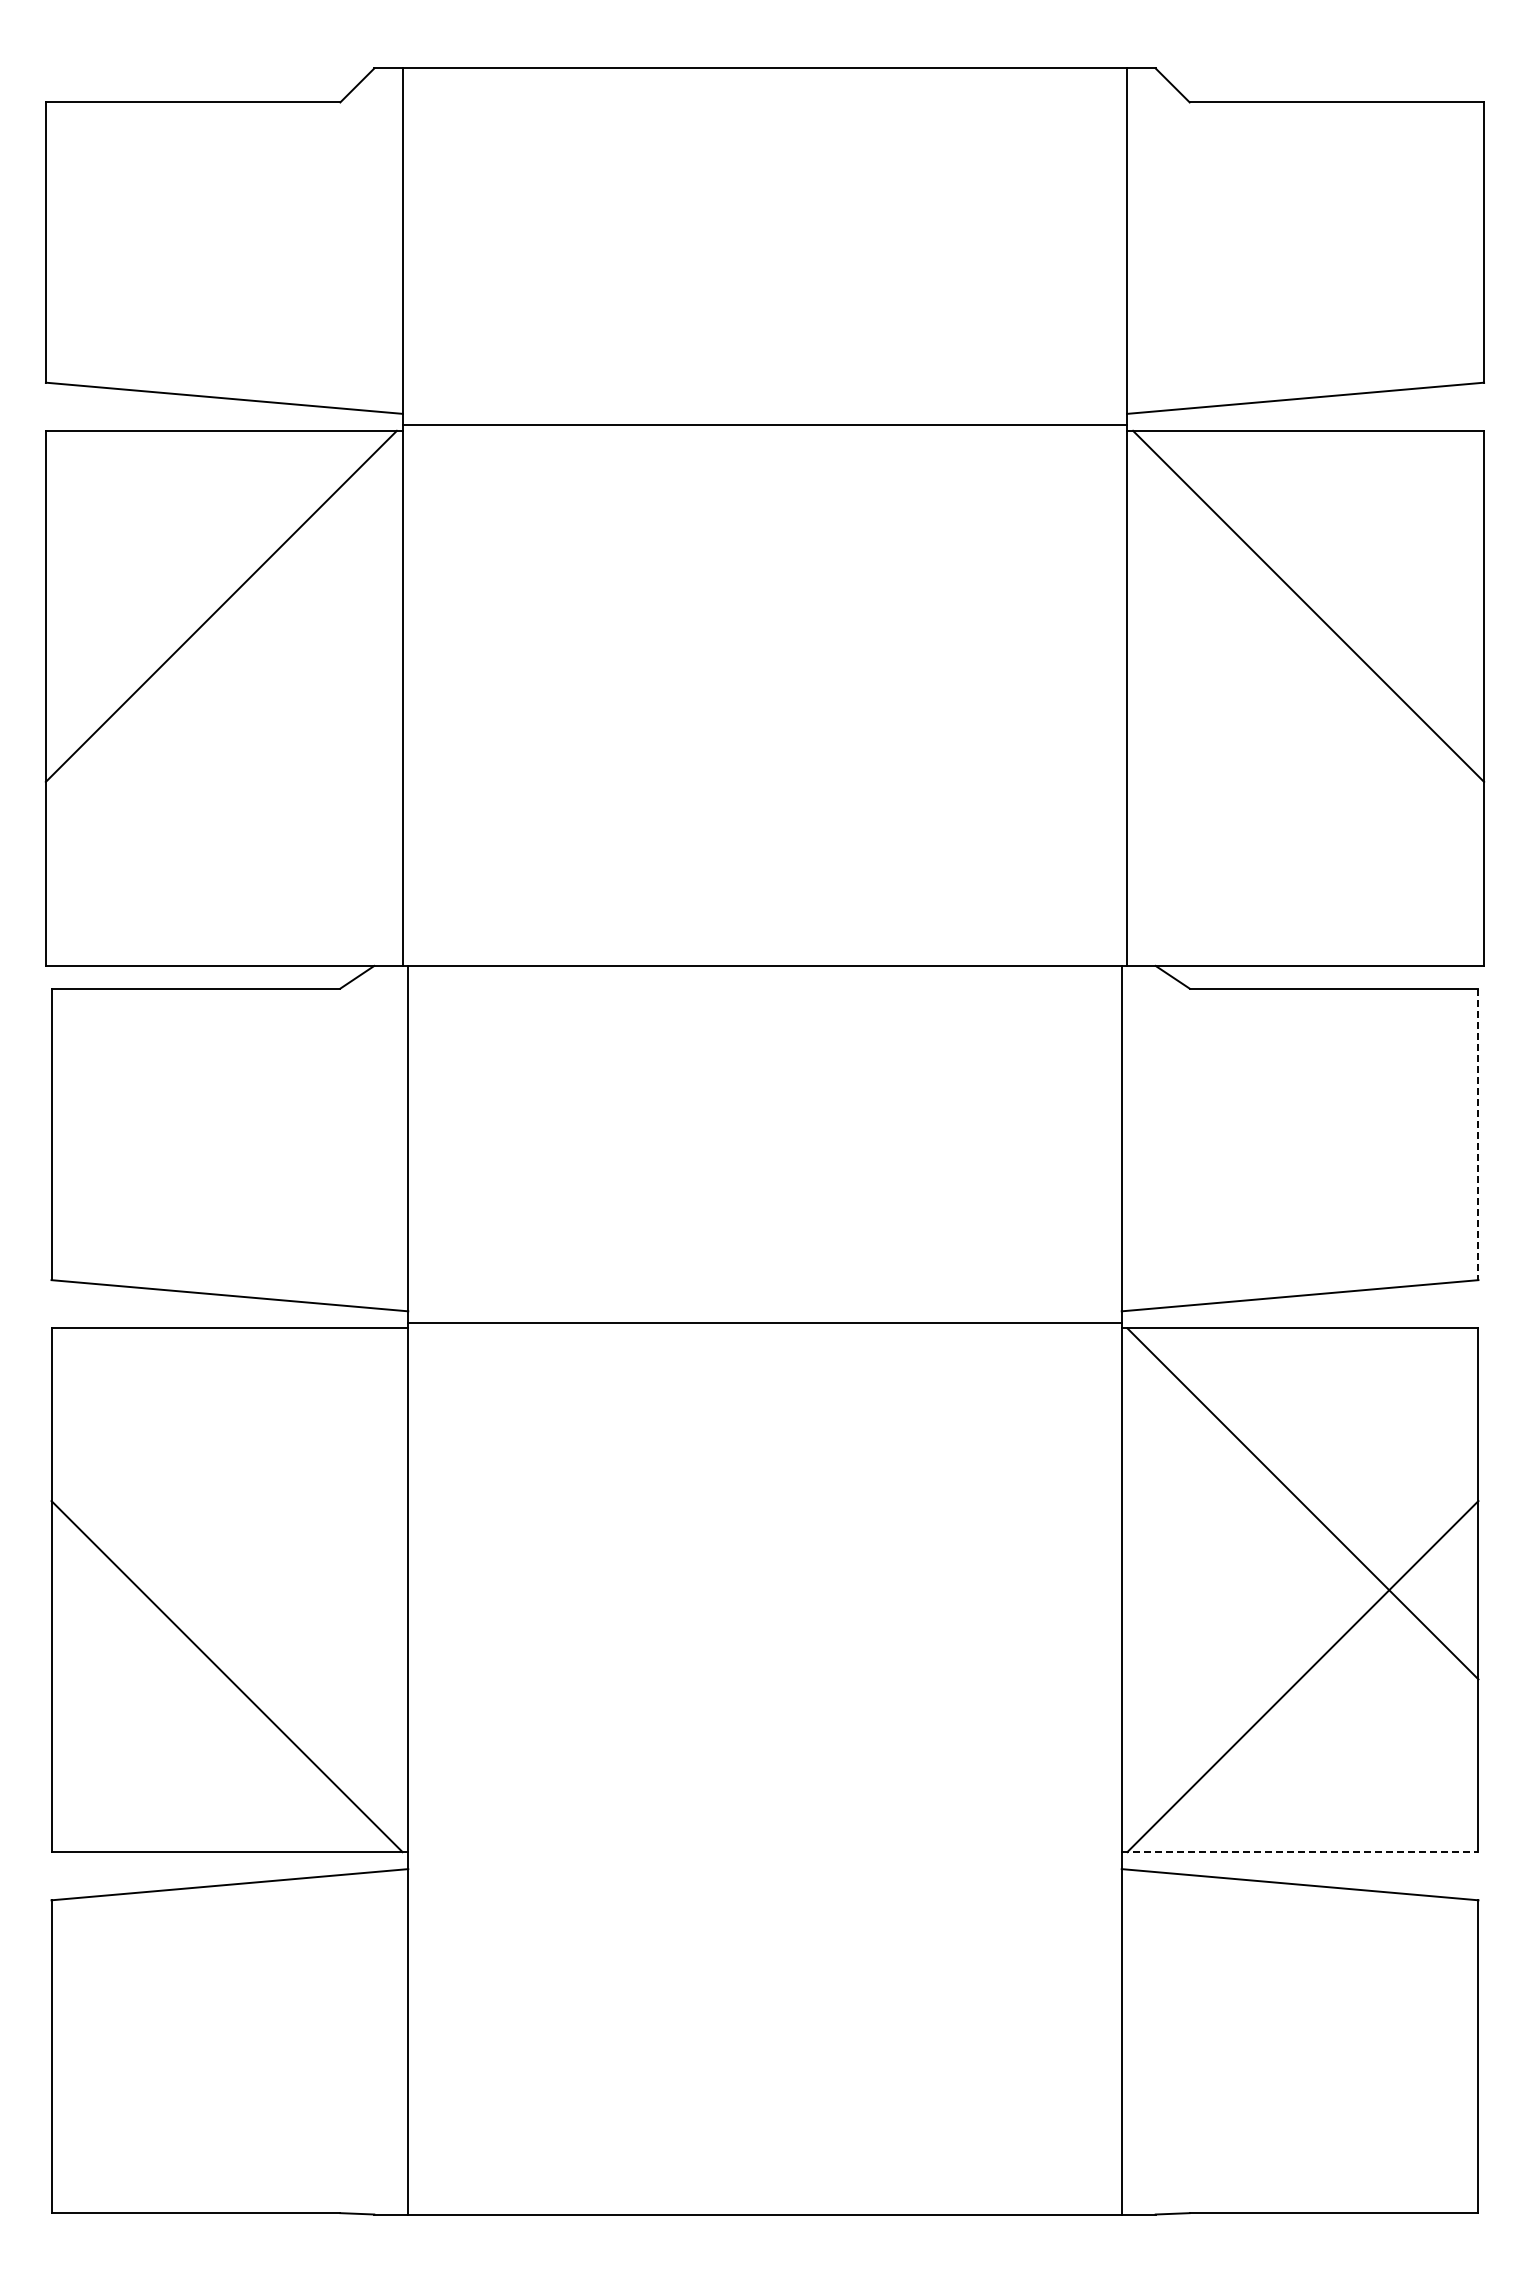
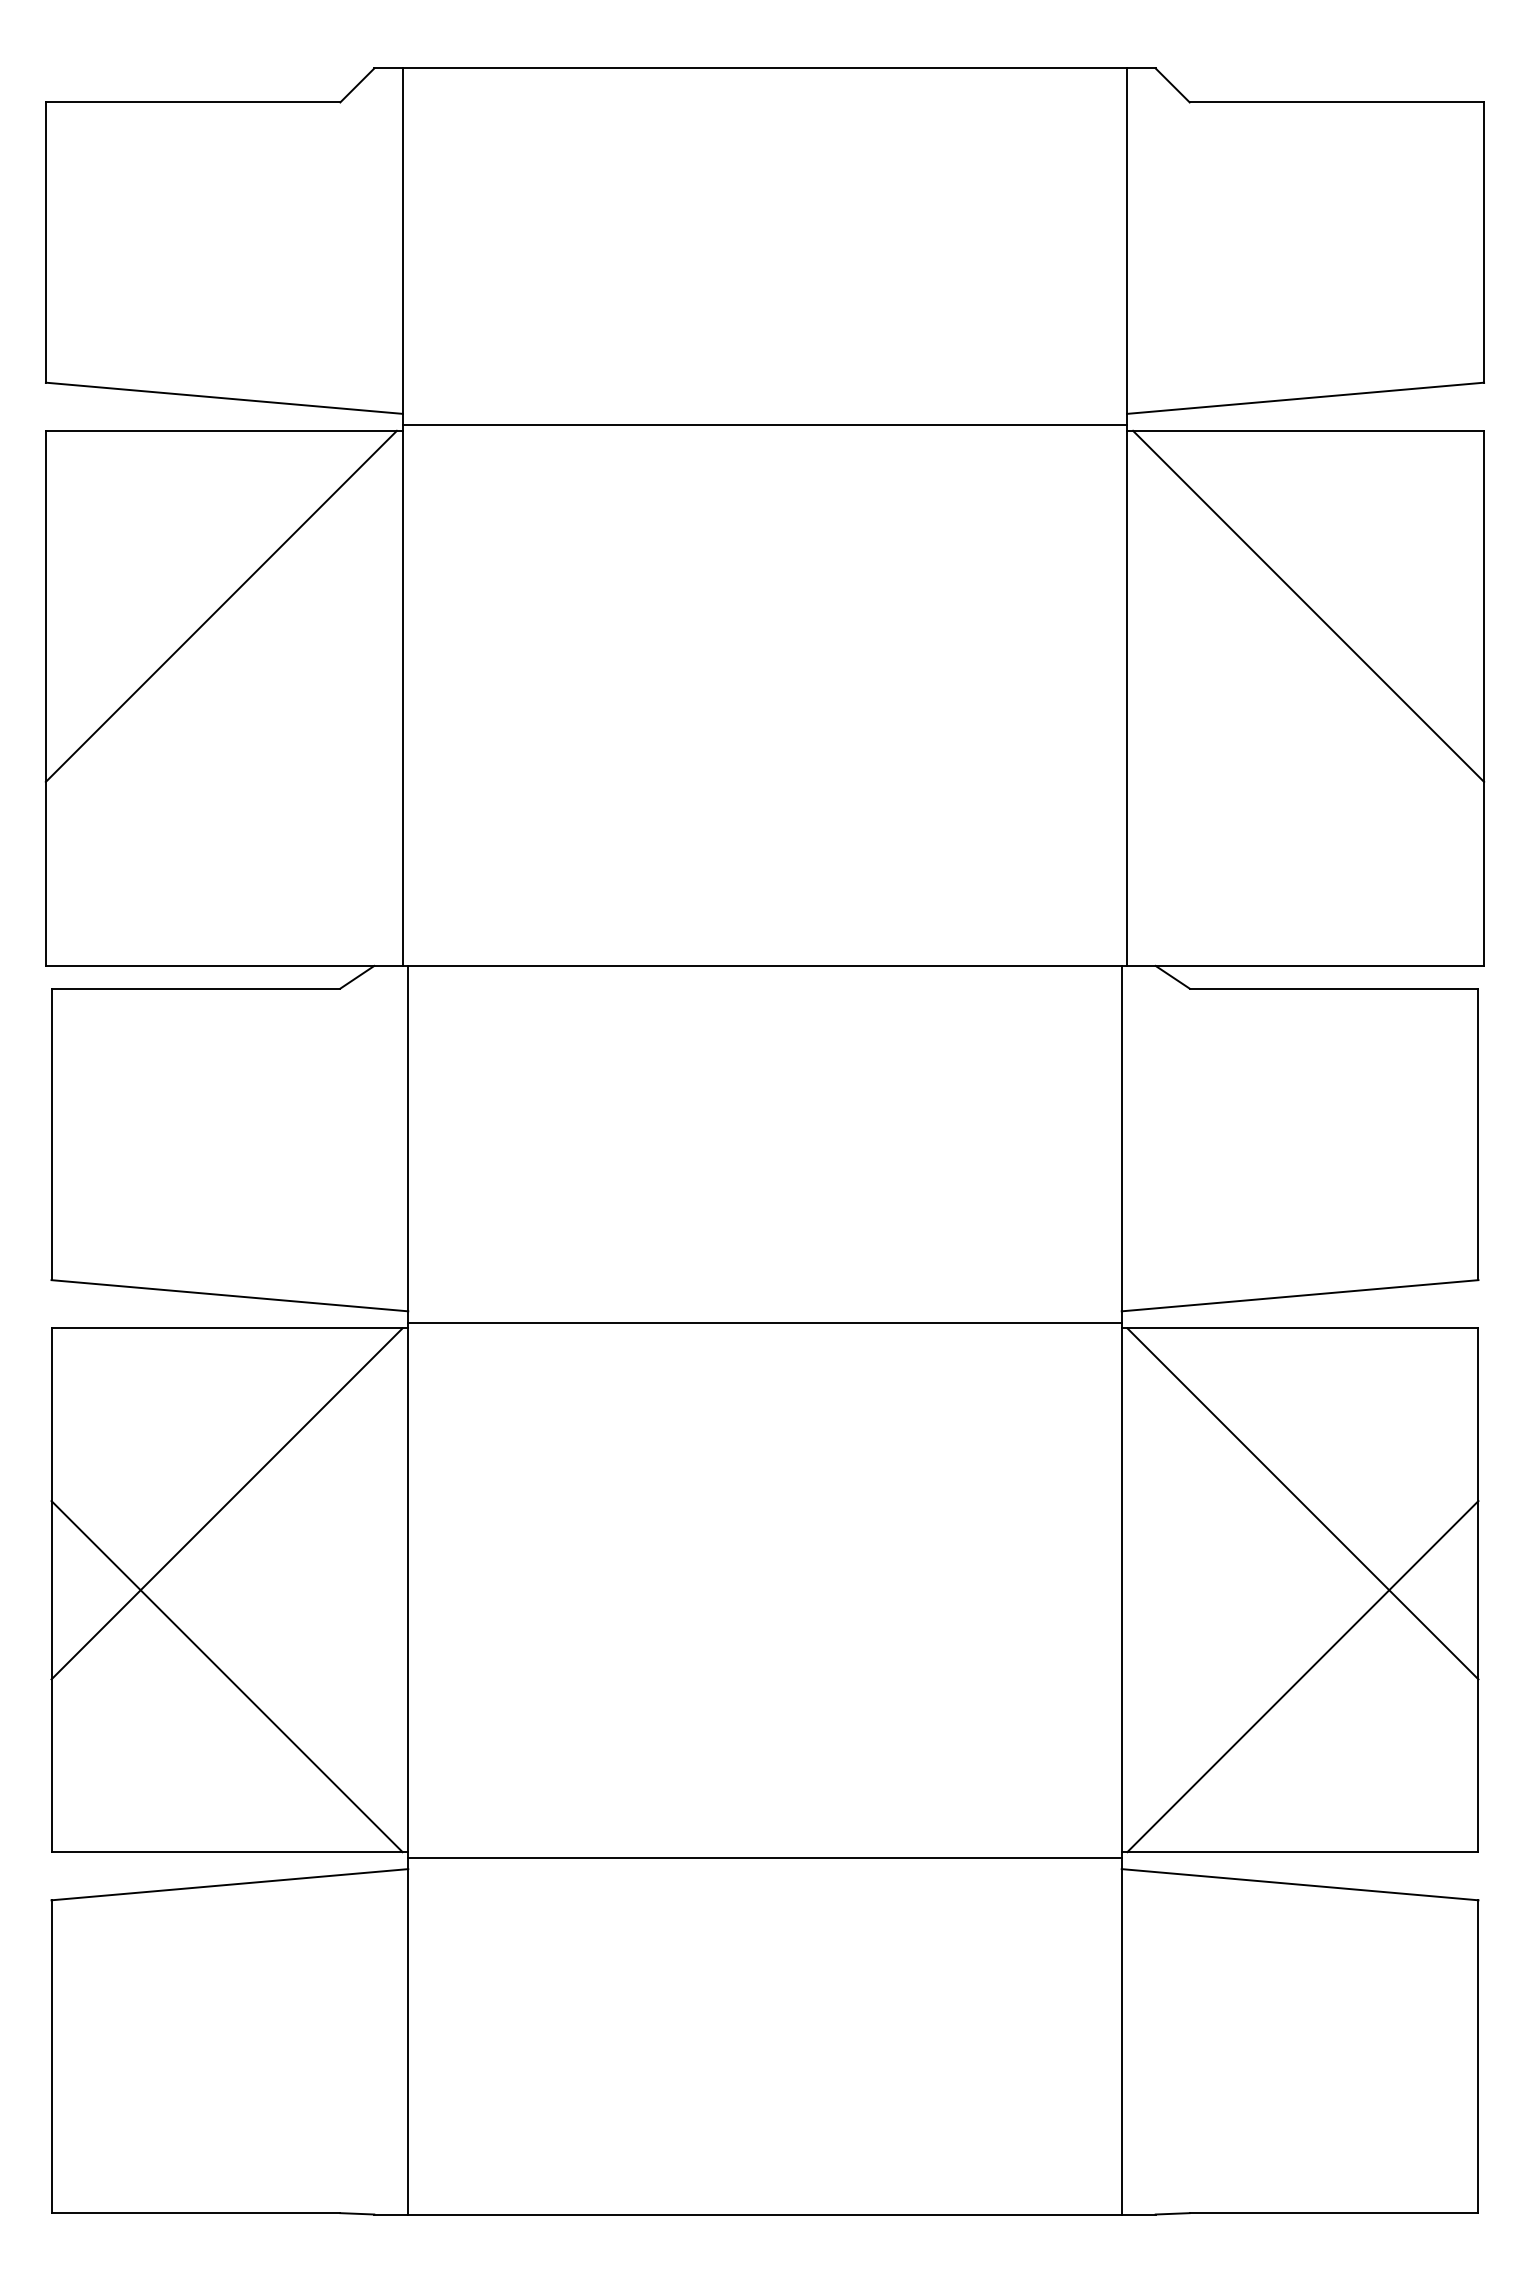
line at (1478, 1134): dashed -> solid
line at (226, 1503): none -> present
line at (1300, 1852): dashed -> solid
line at (764, 1857): none -> present
